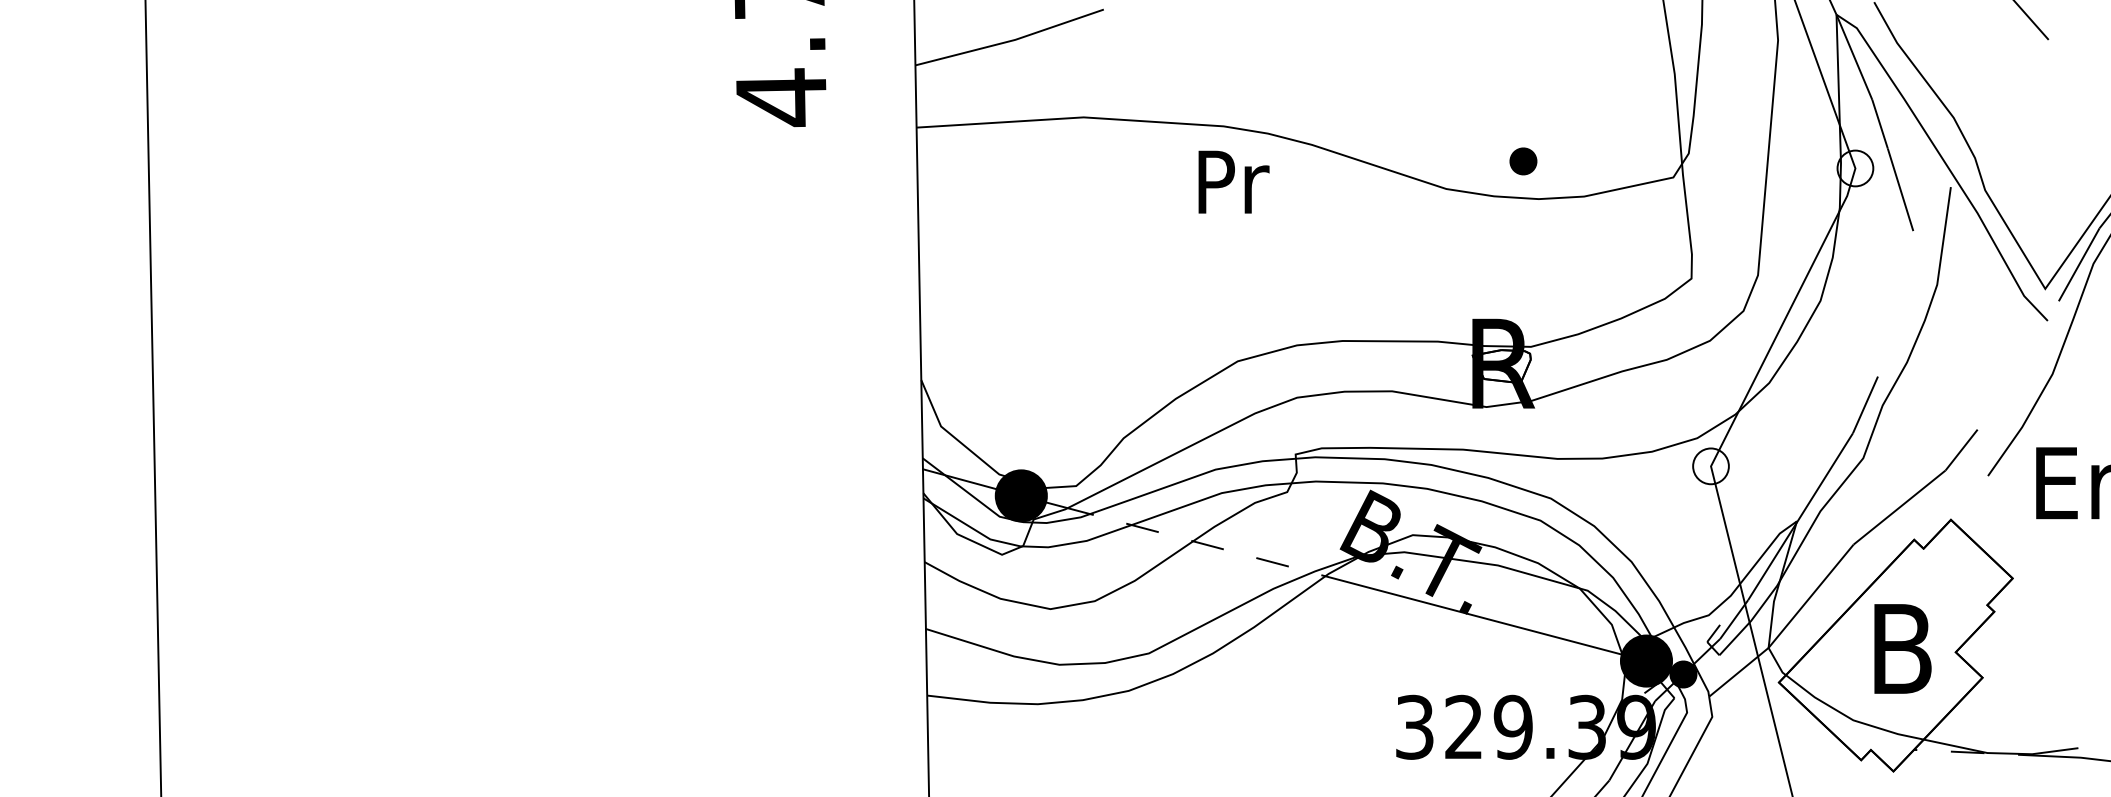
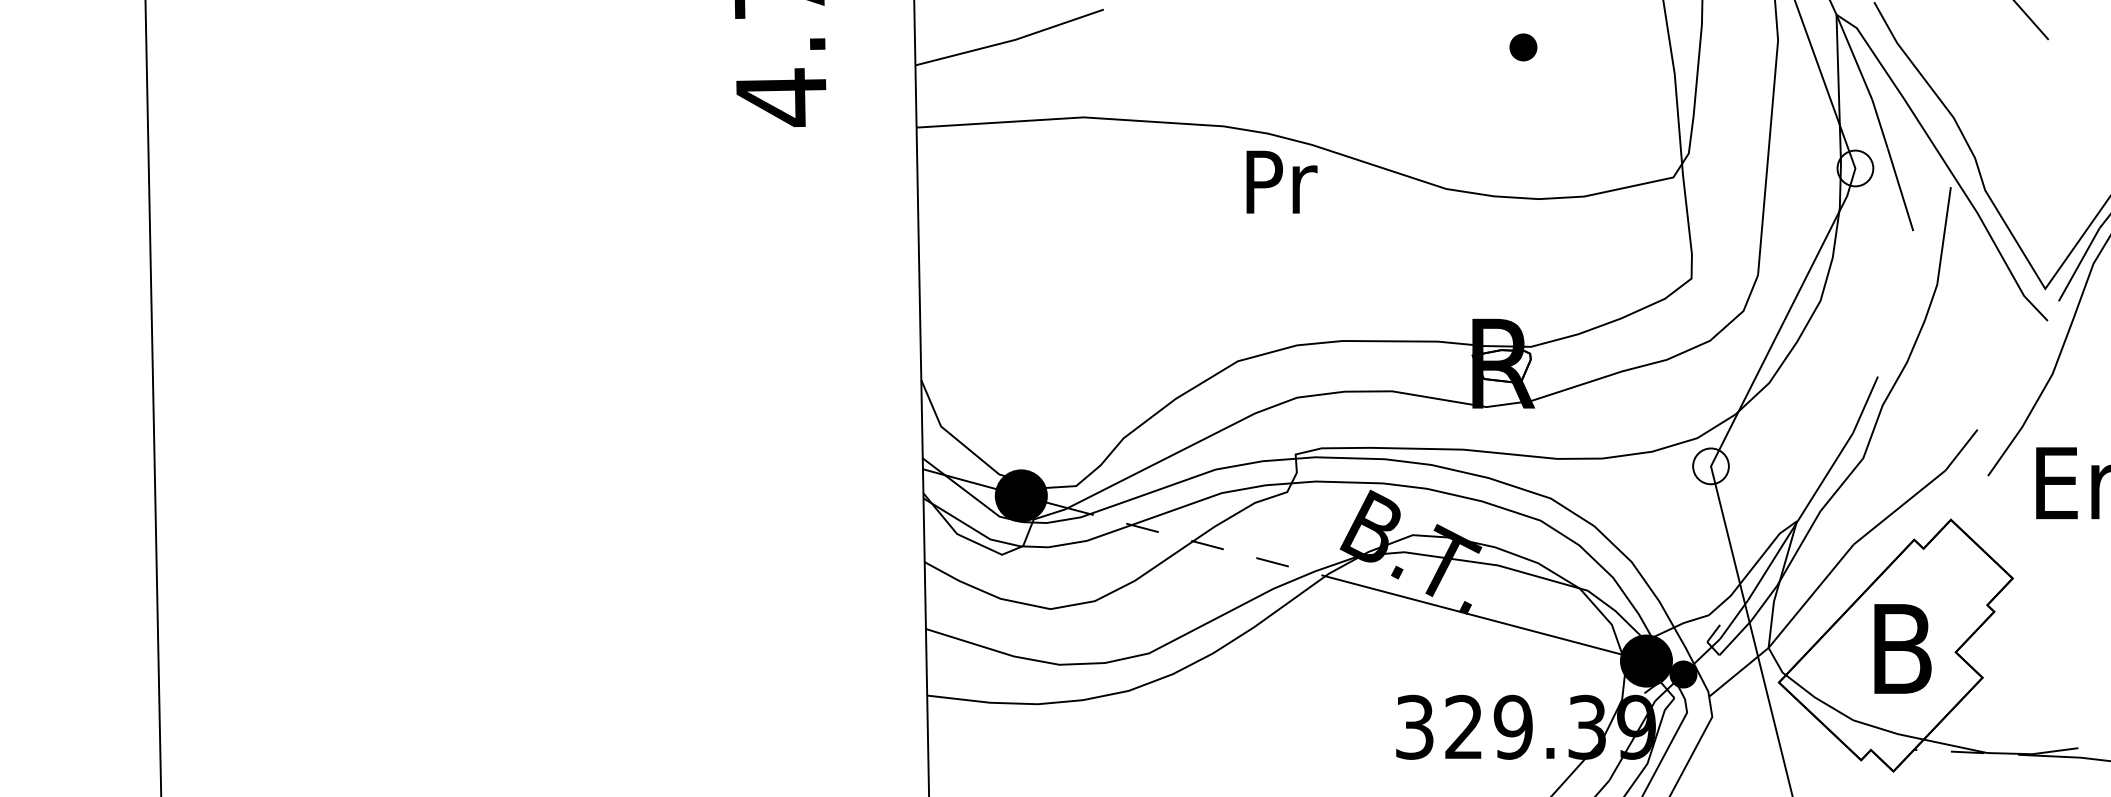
part at (1523, 161) position: (1523, 161) -> (1523, 47)
text at (1233, 181) position: (1233, 181) -> (1281, 181)
